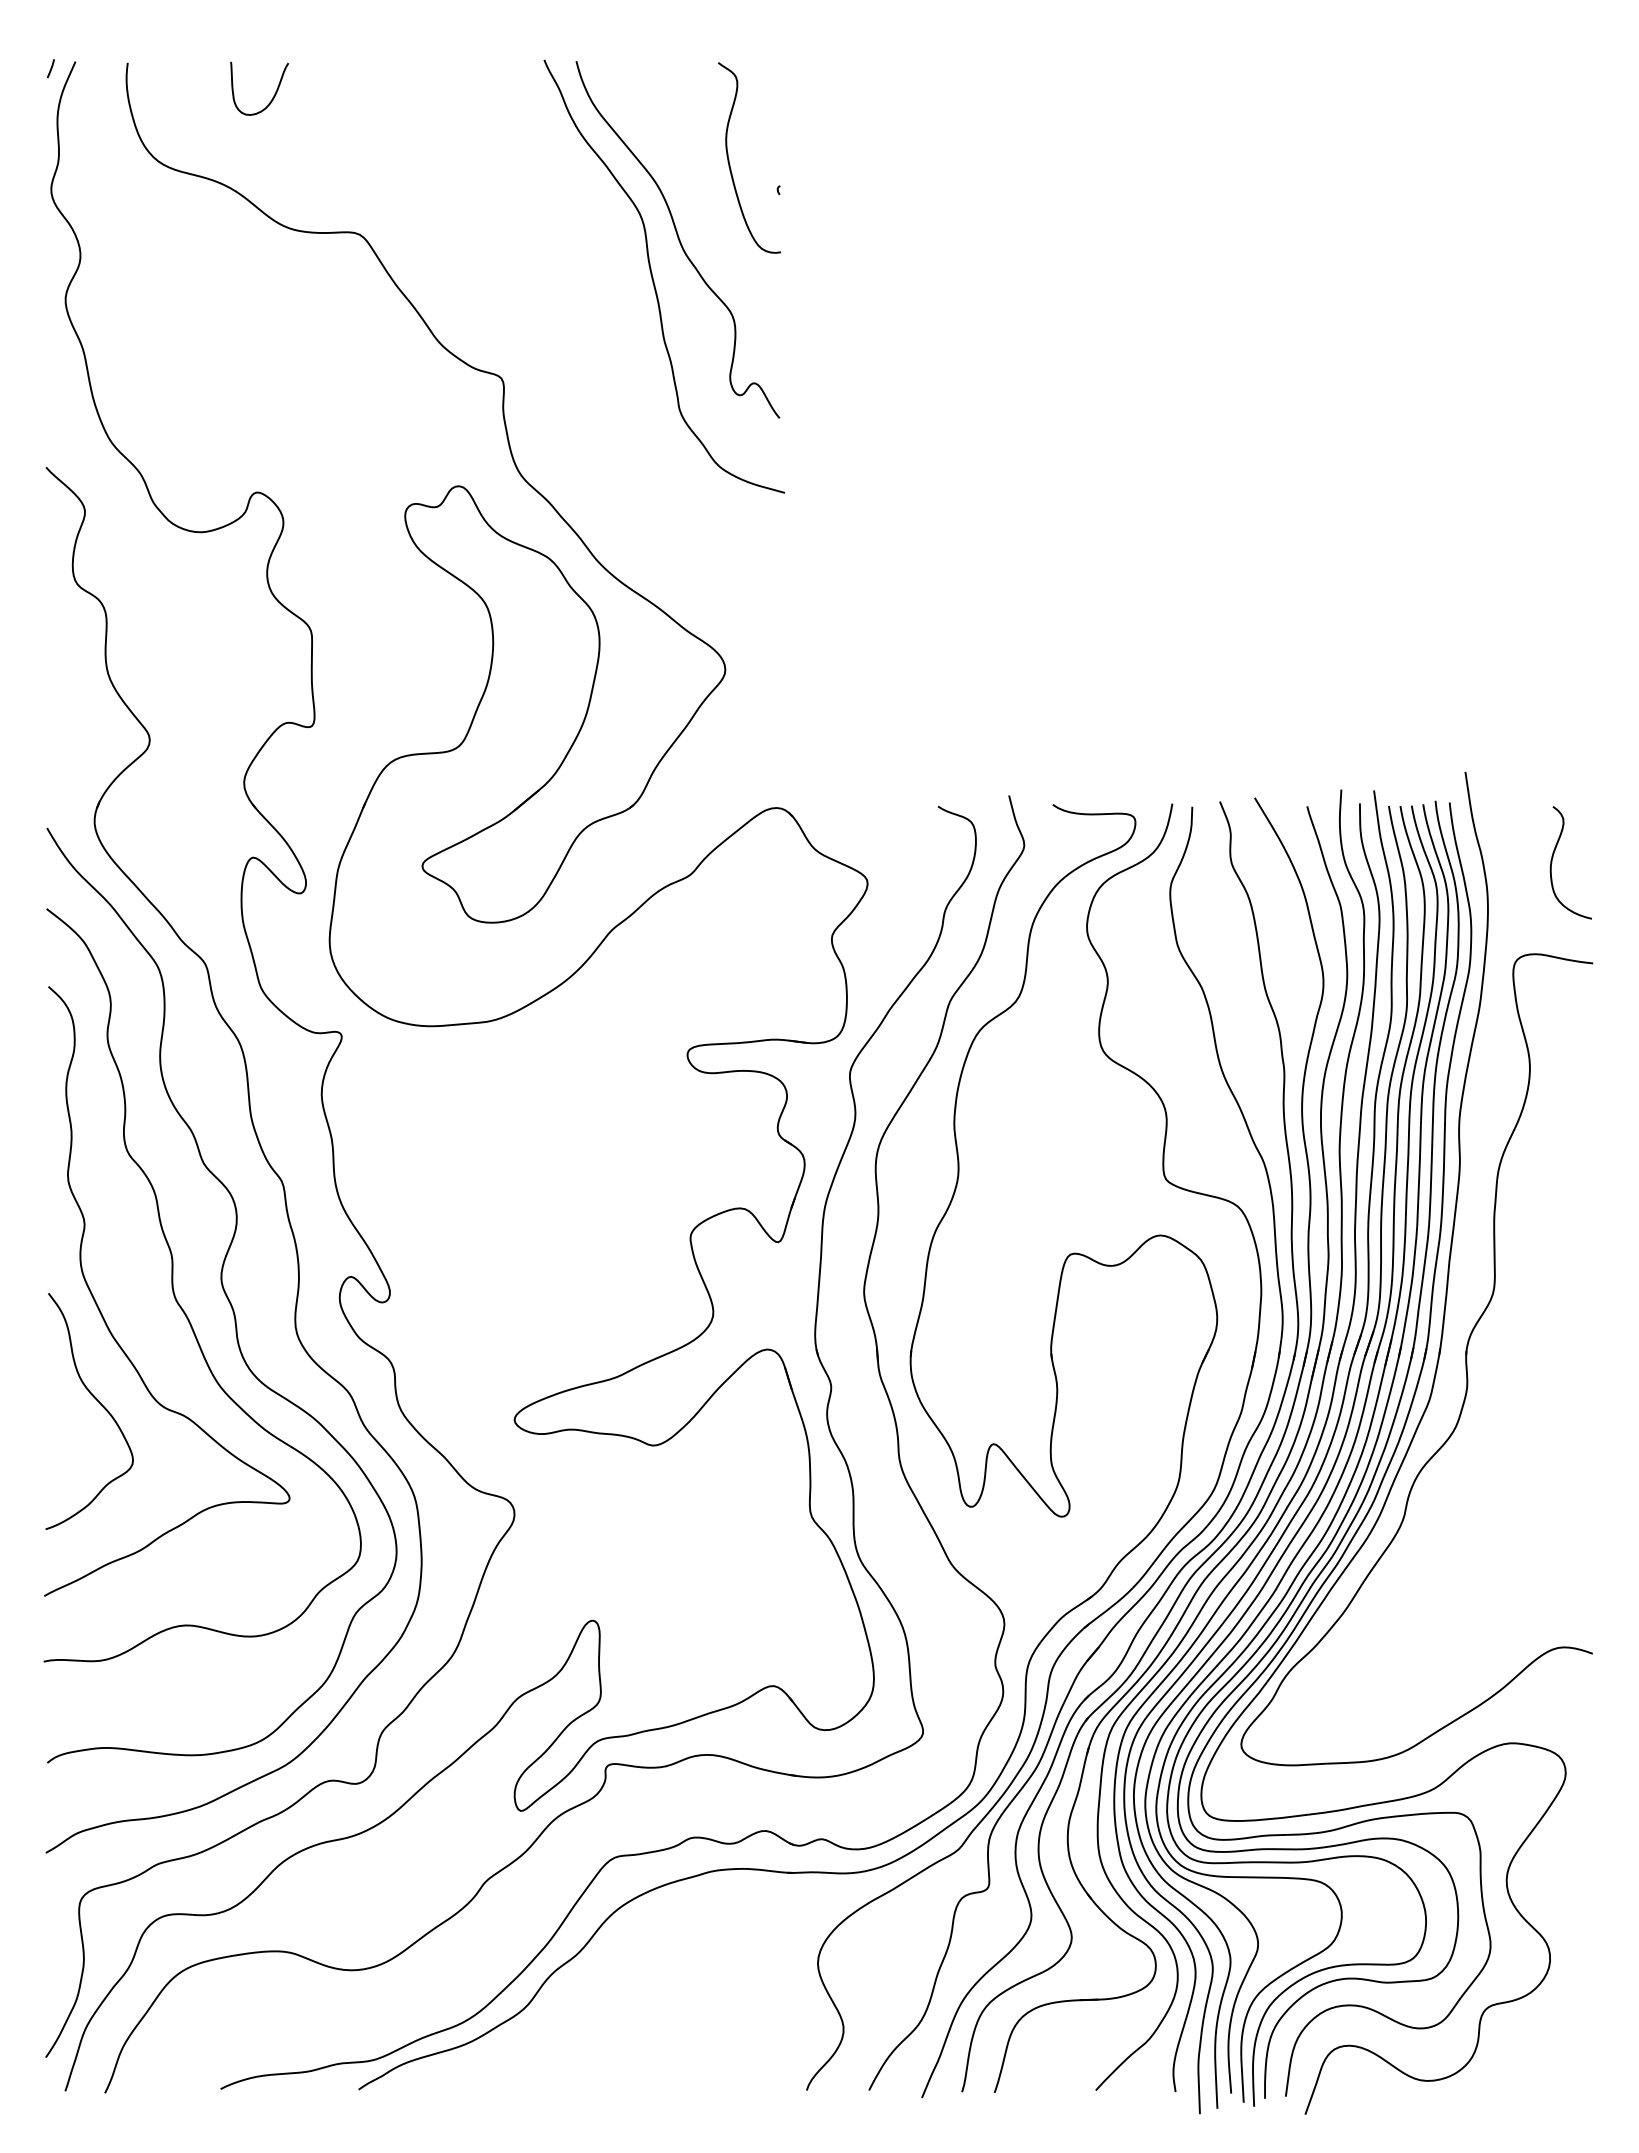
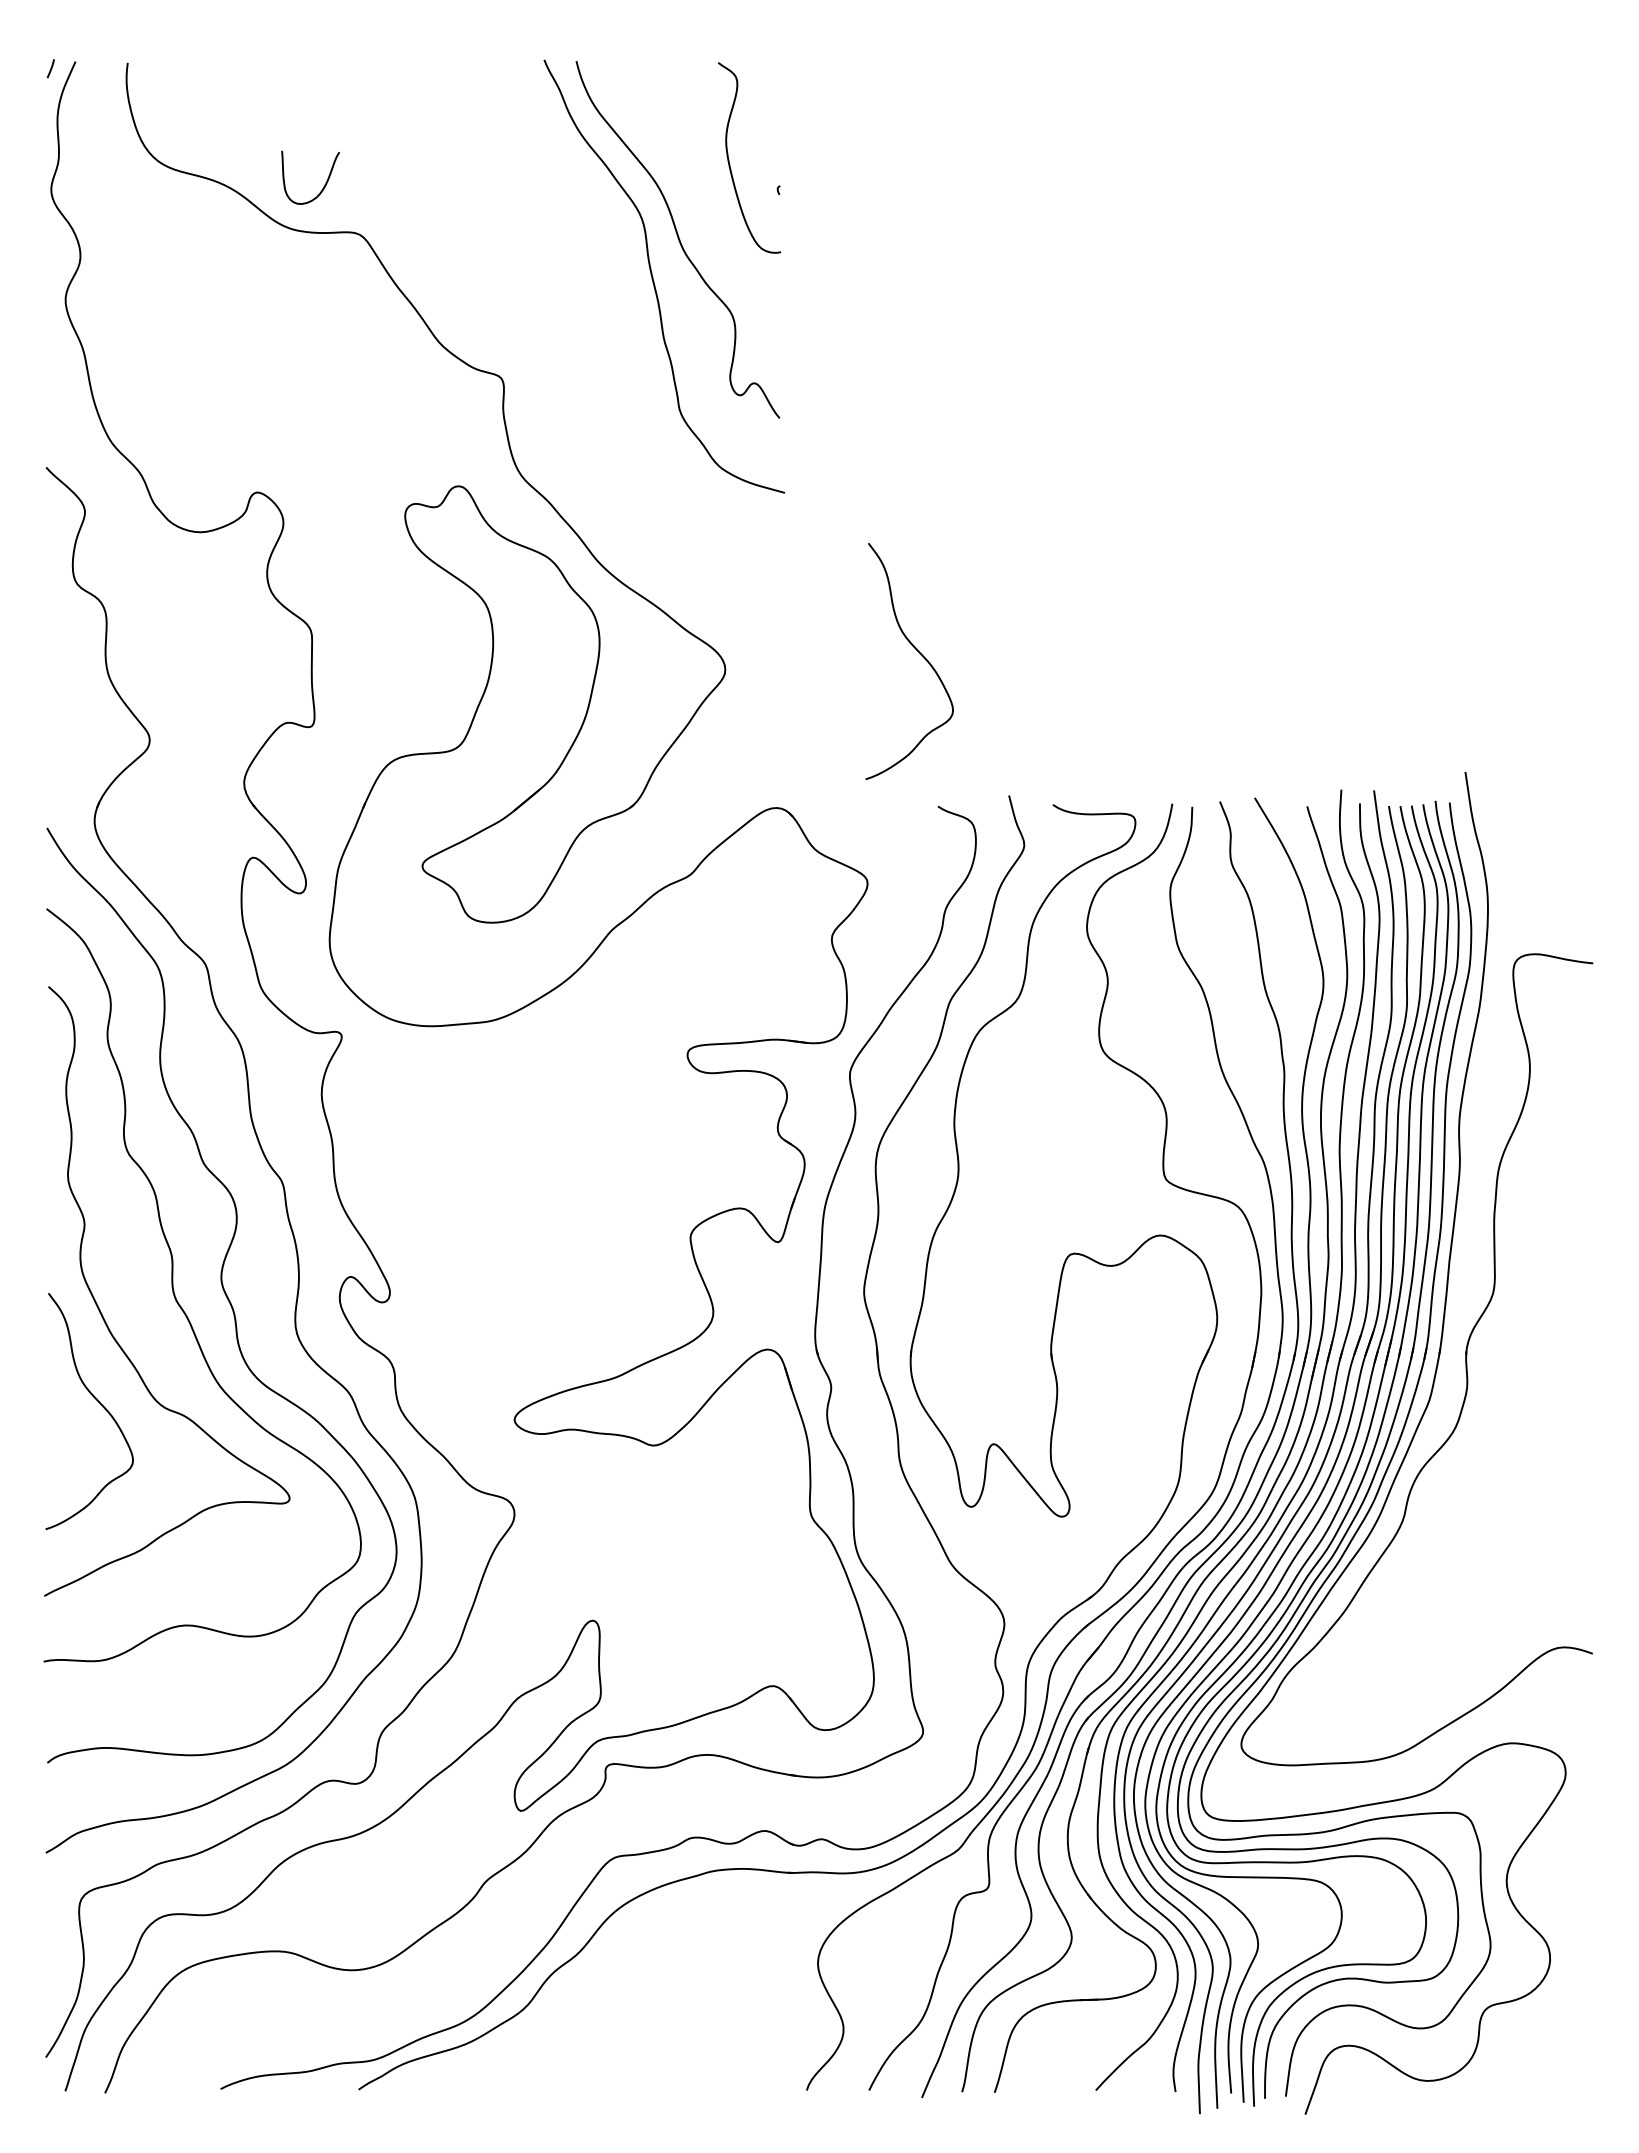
curve at (273, 95) position: (273, 95) -> (324, 184)
curve at (918, 652): none -> present
curve at (1553, 857): present -> none
